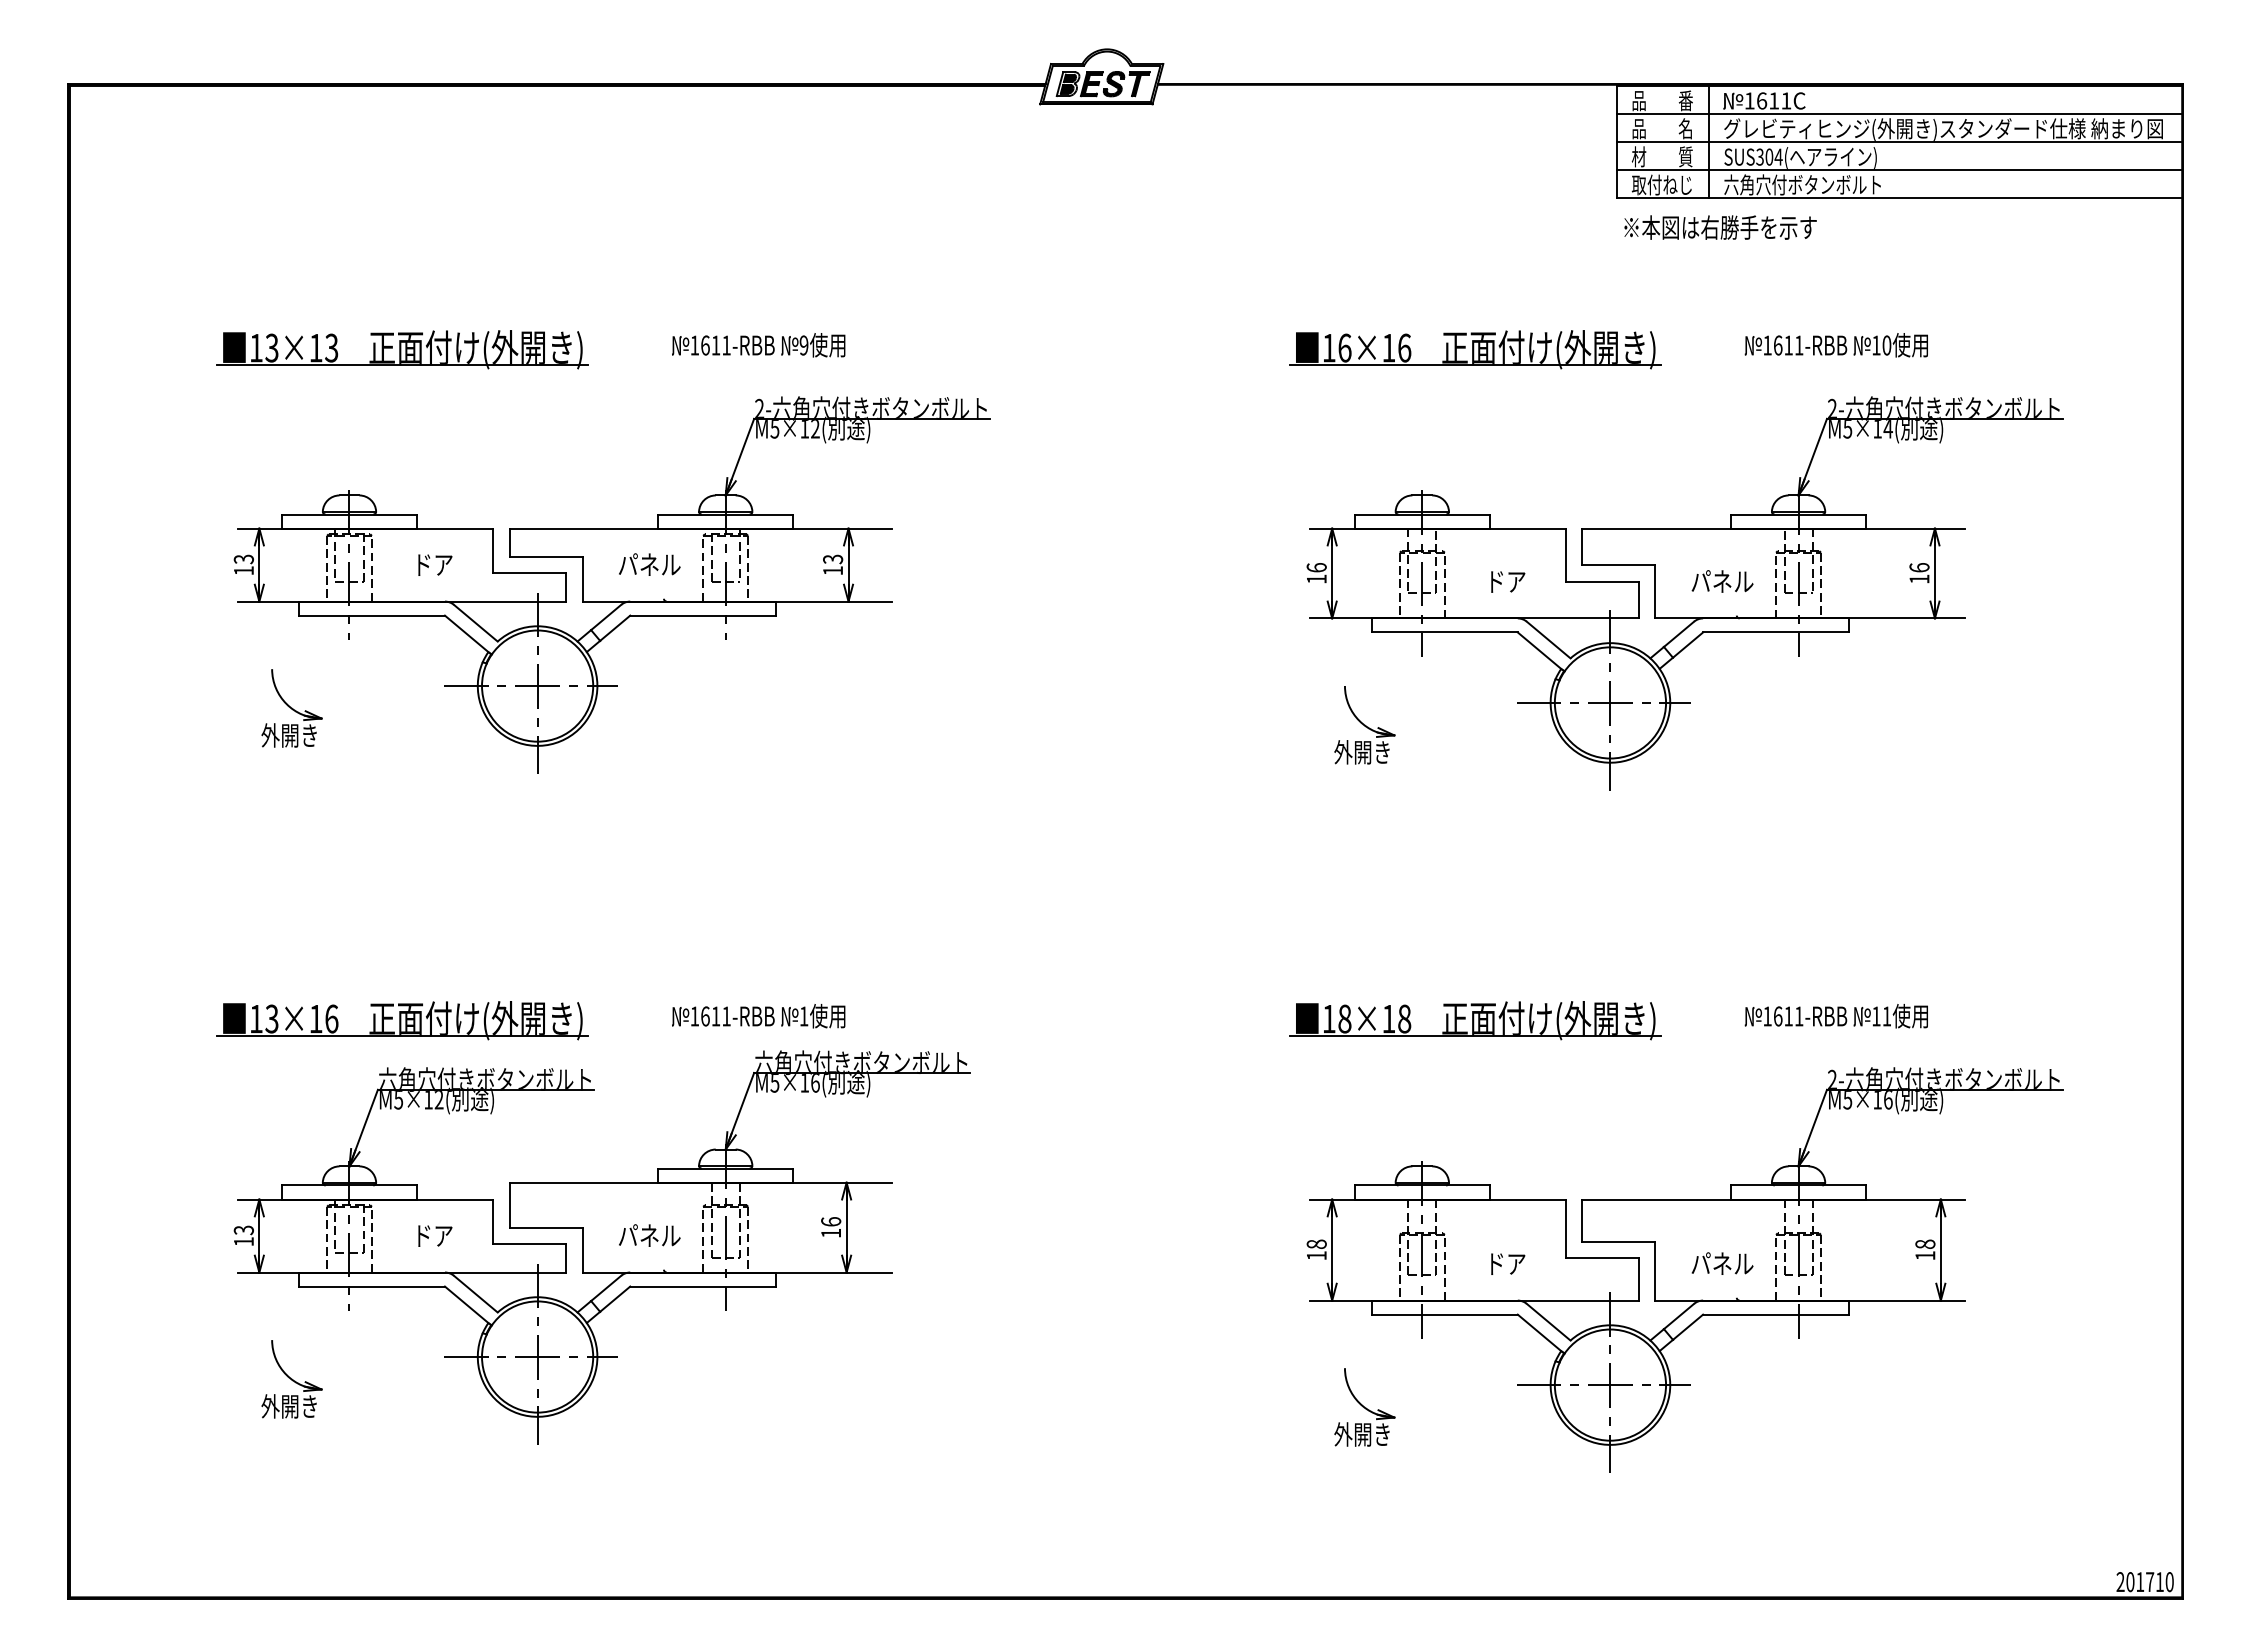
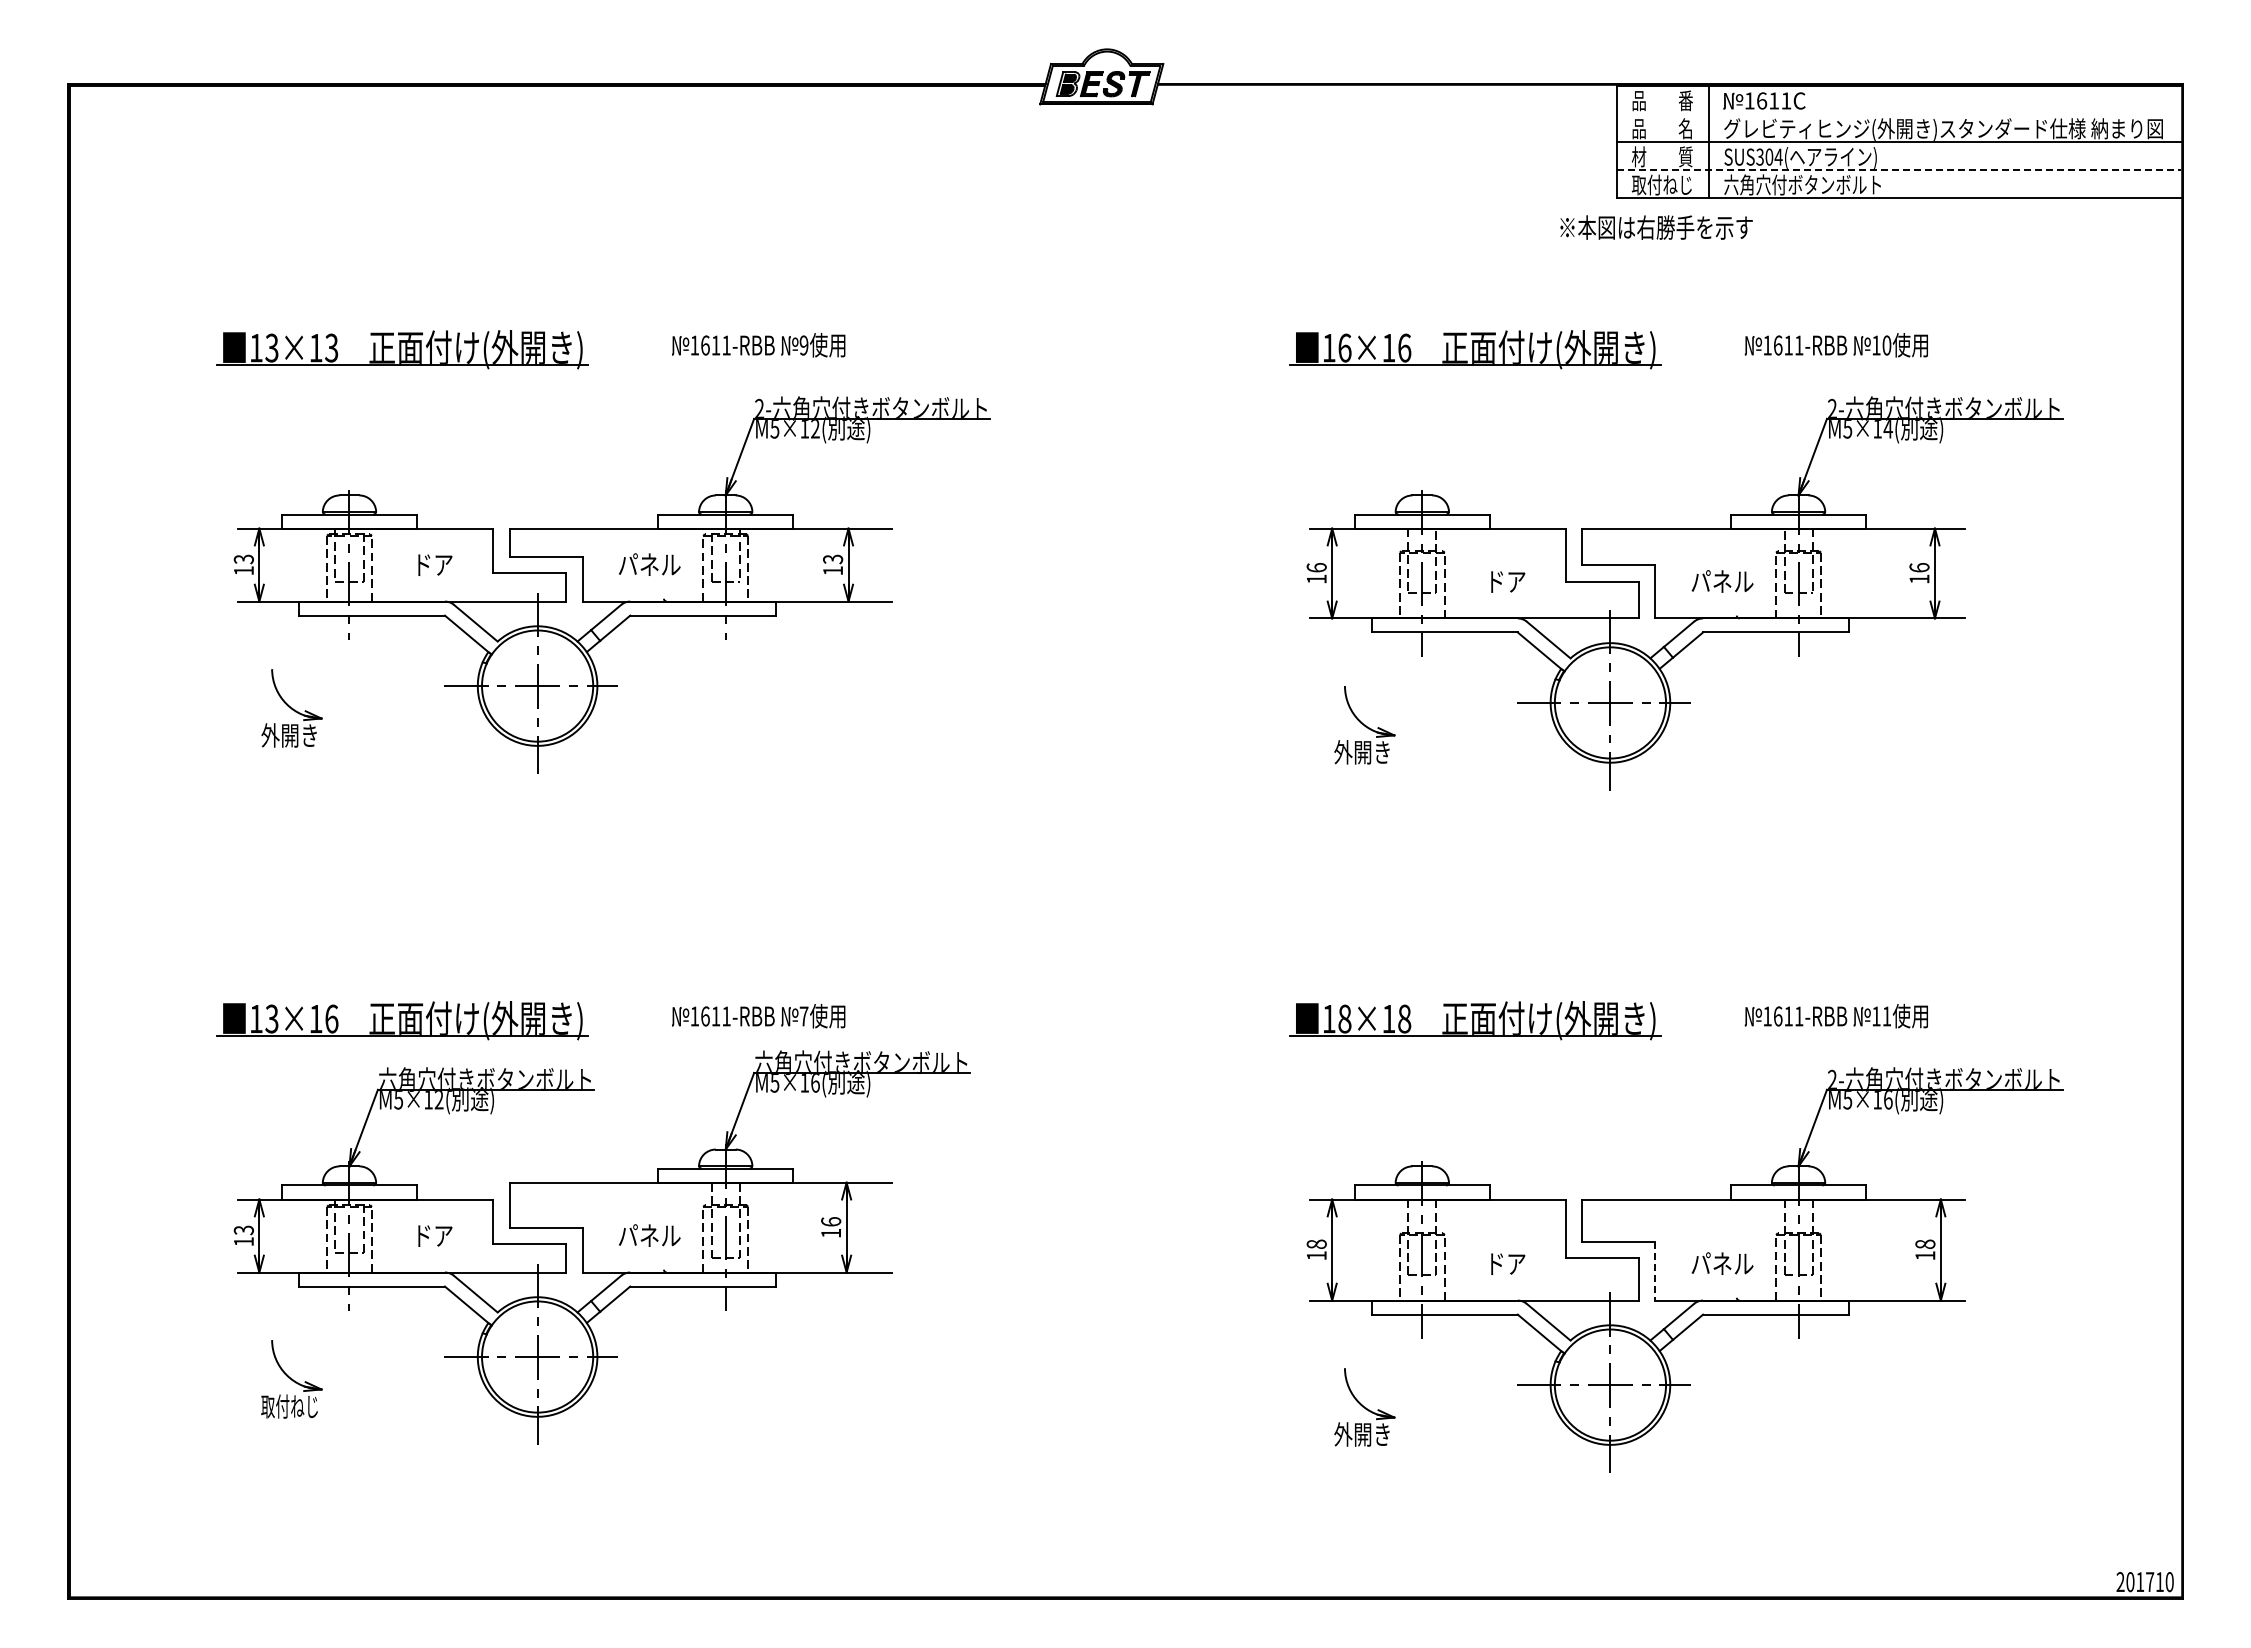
line at (1898, 113): present -> none
line at (1899, 170): solid -> dashed
text at (1720, 227) position: (1720, 227) -> (1656, 227)
text at (803, 1016): 1 -> 7
line at (1655, 1271): solid -> dashed
text at (289, 1406): 外開き -> 取付ねじ
